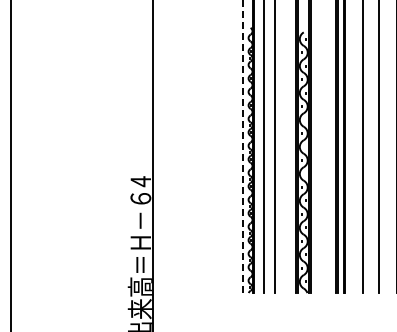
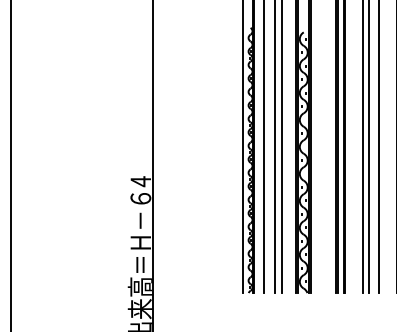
line at (243, 146): dashed -> solid
line at (282, 147): none -> present
line at (368, 147): none -> present
